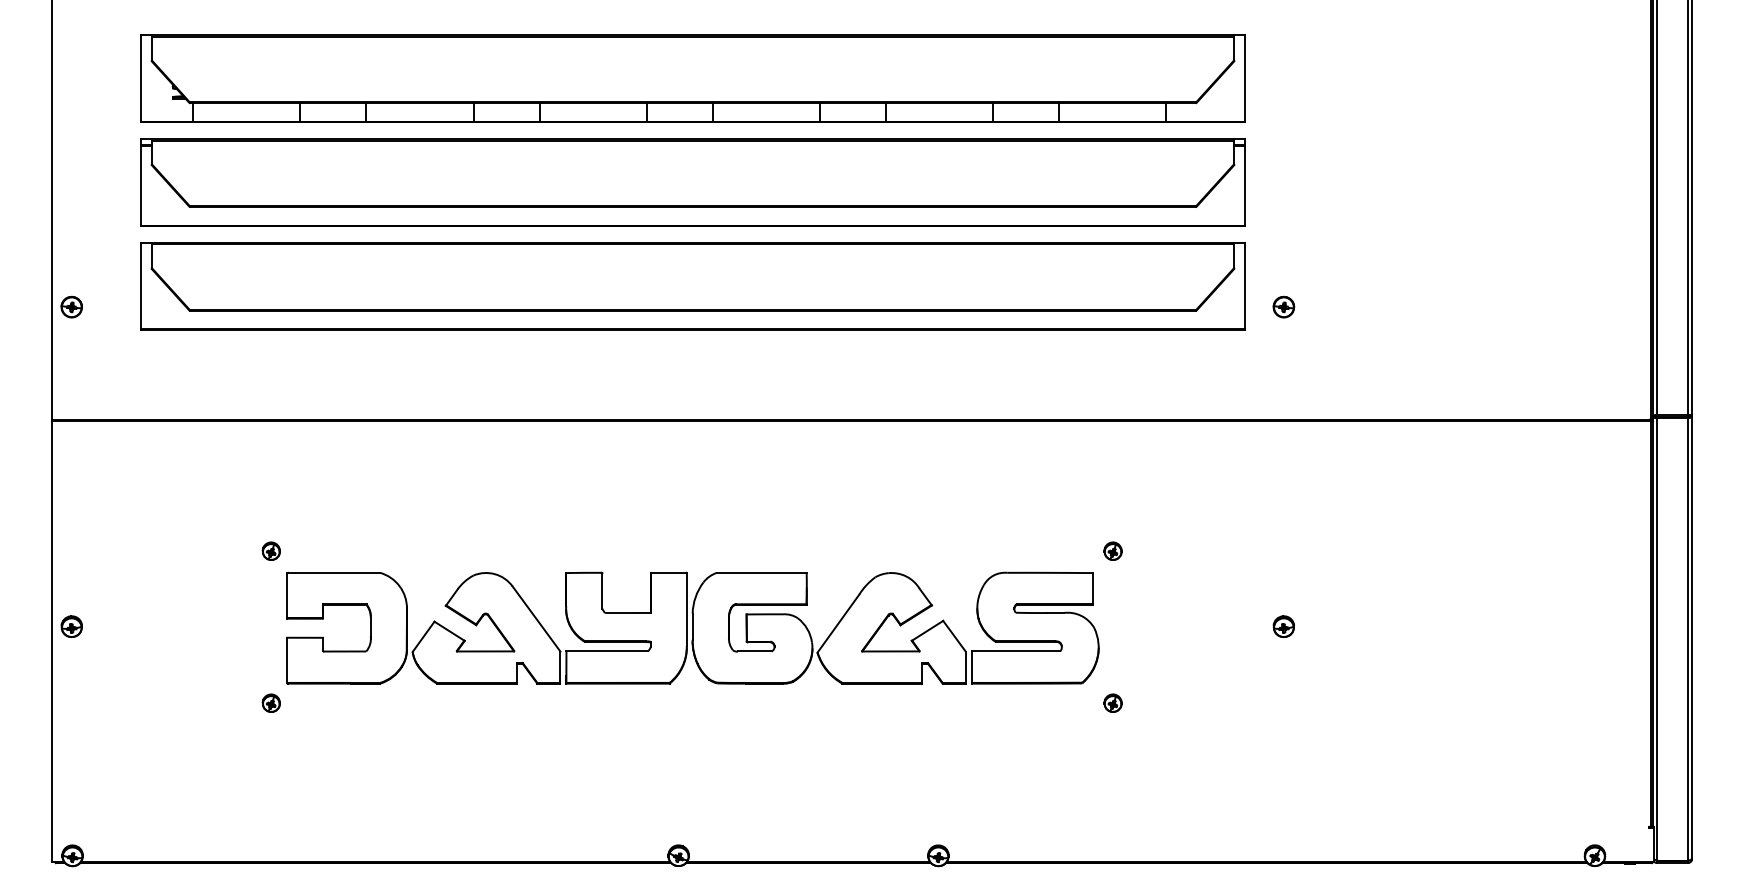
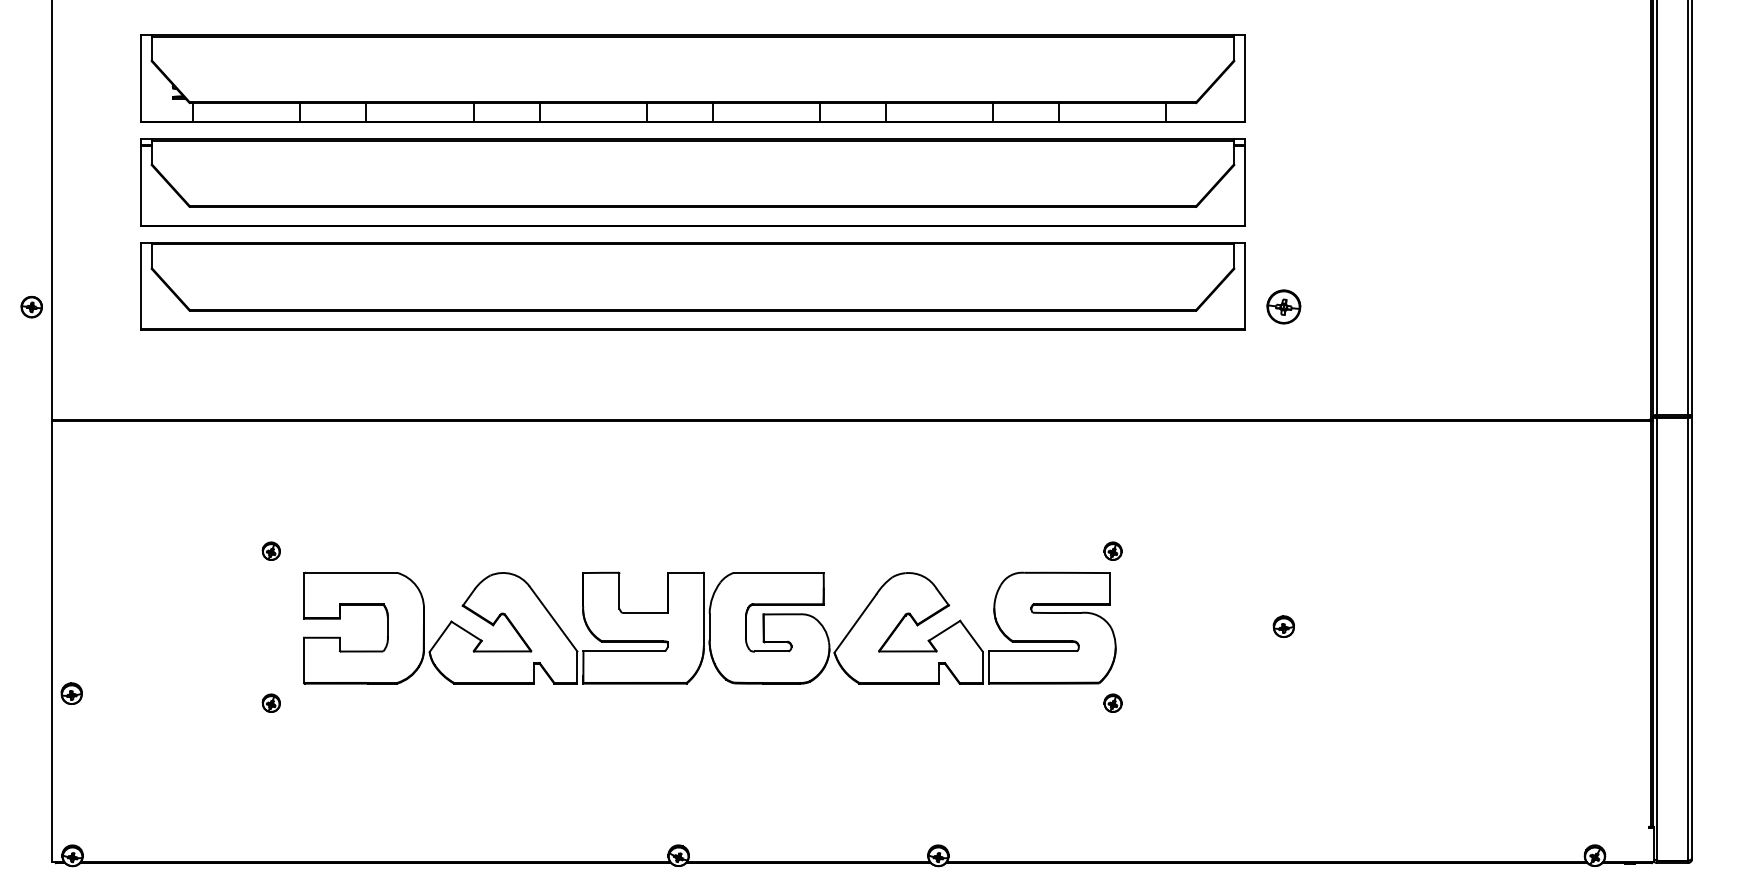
part at (71, 306) position: (71, 306) -> (31, 306)
part at (1283, 307) size: 24x23 px -> 36x36 px
part at (71, 626) position: (71, 626) -> (71, 693)
part at (692, 627) position: (692, 627) -> (709, 627)
